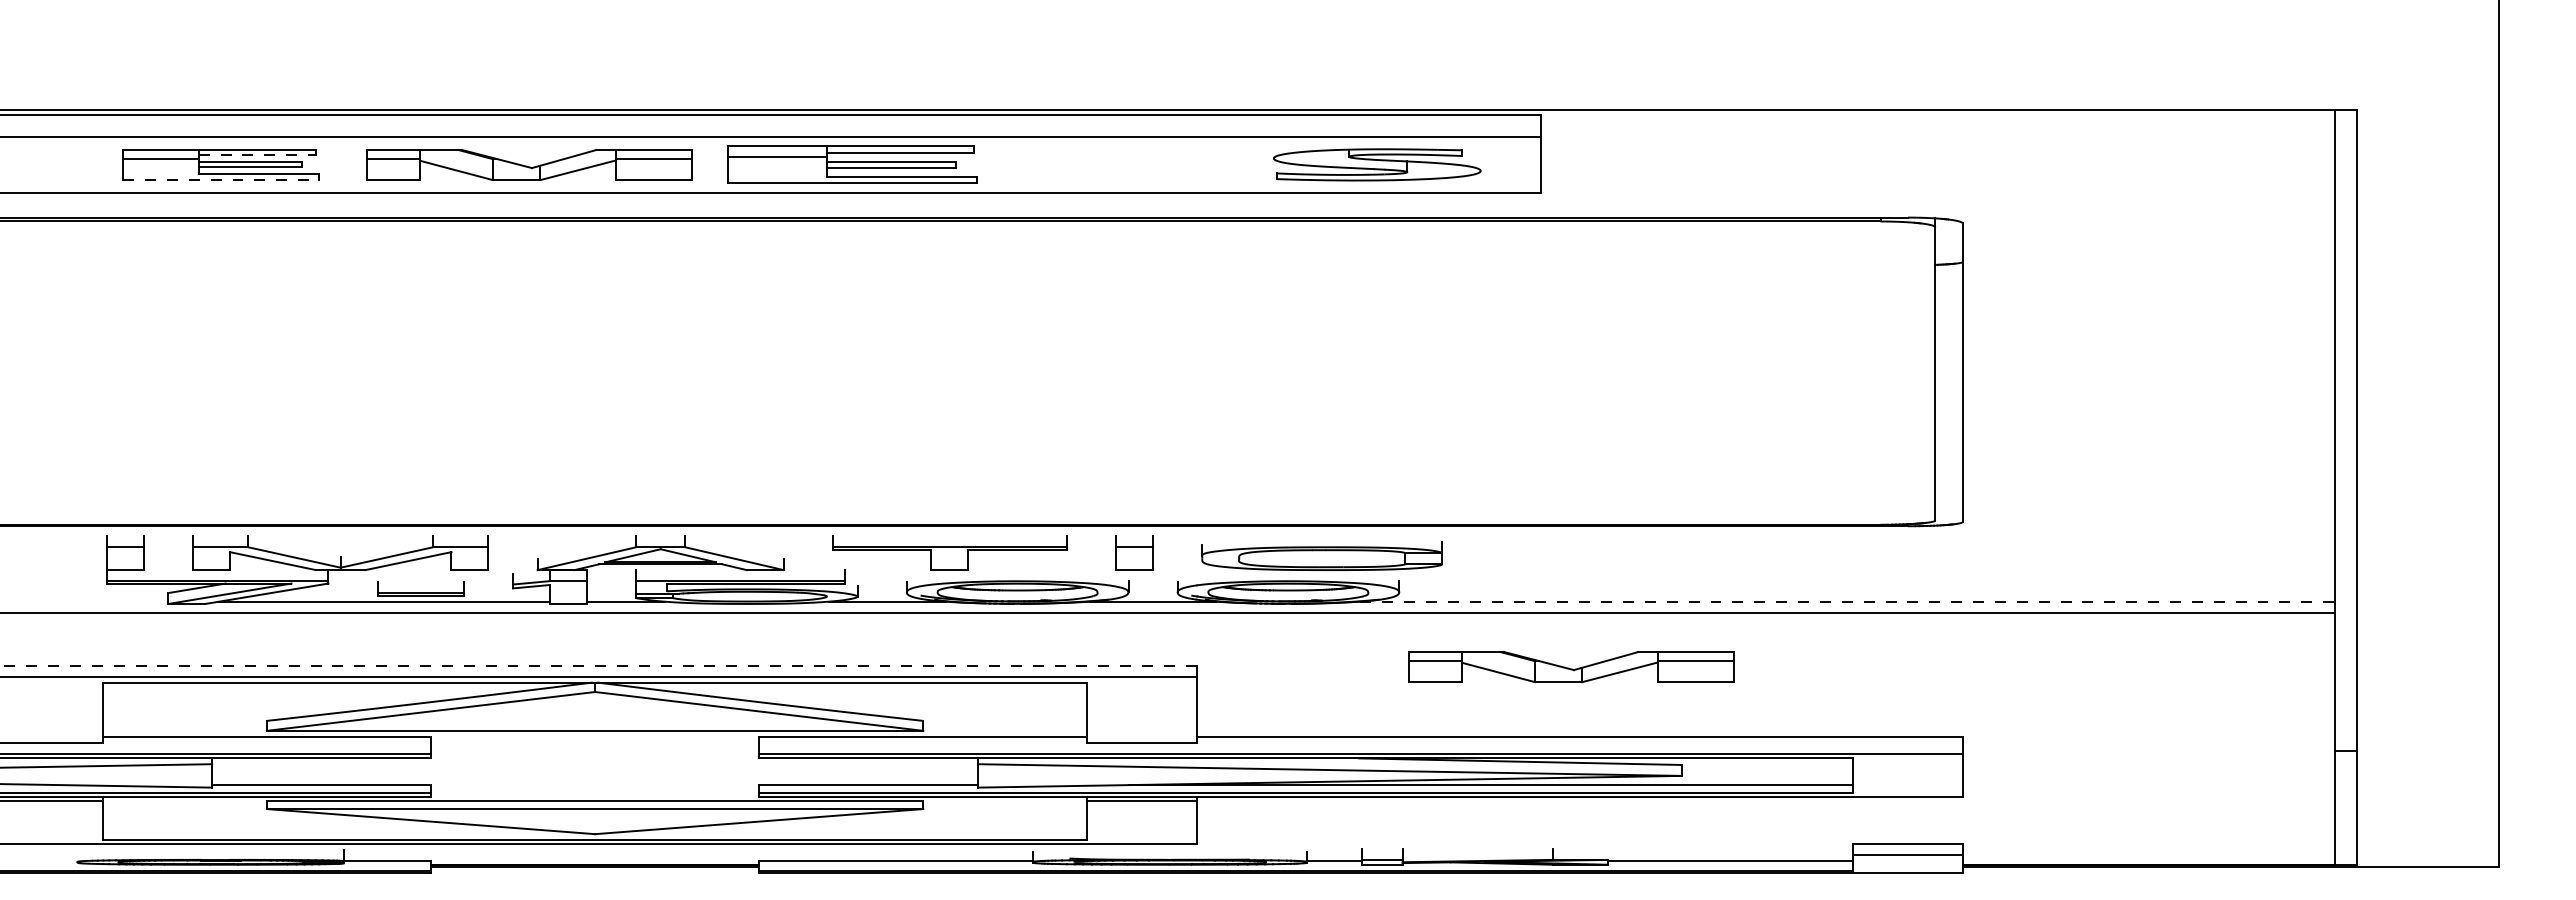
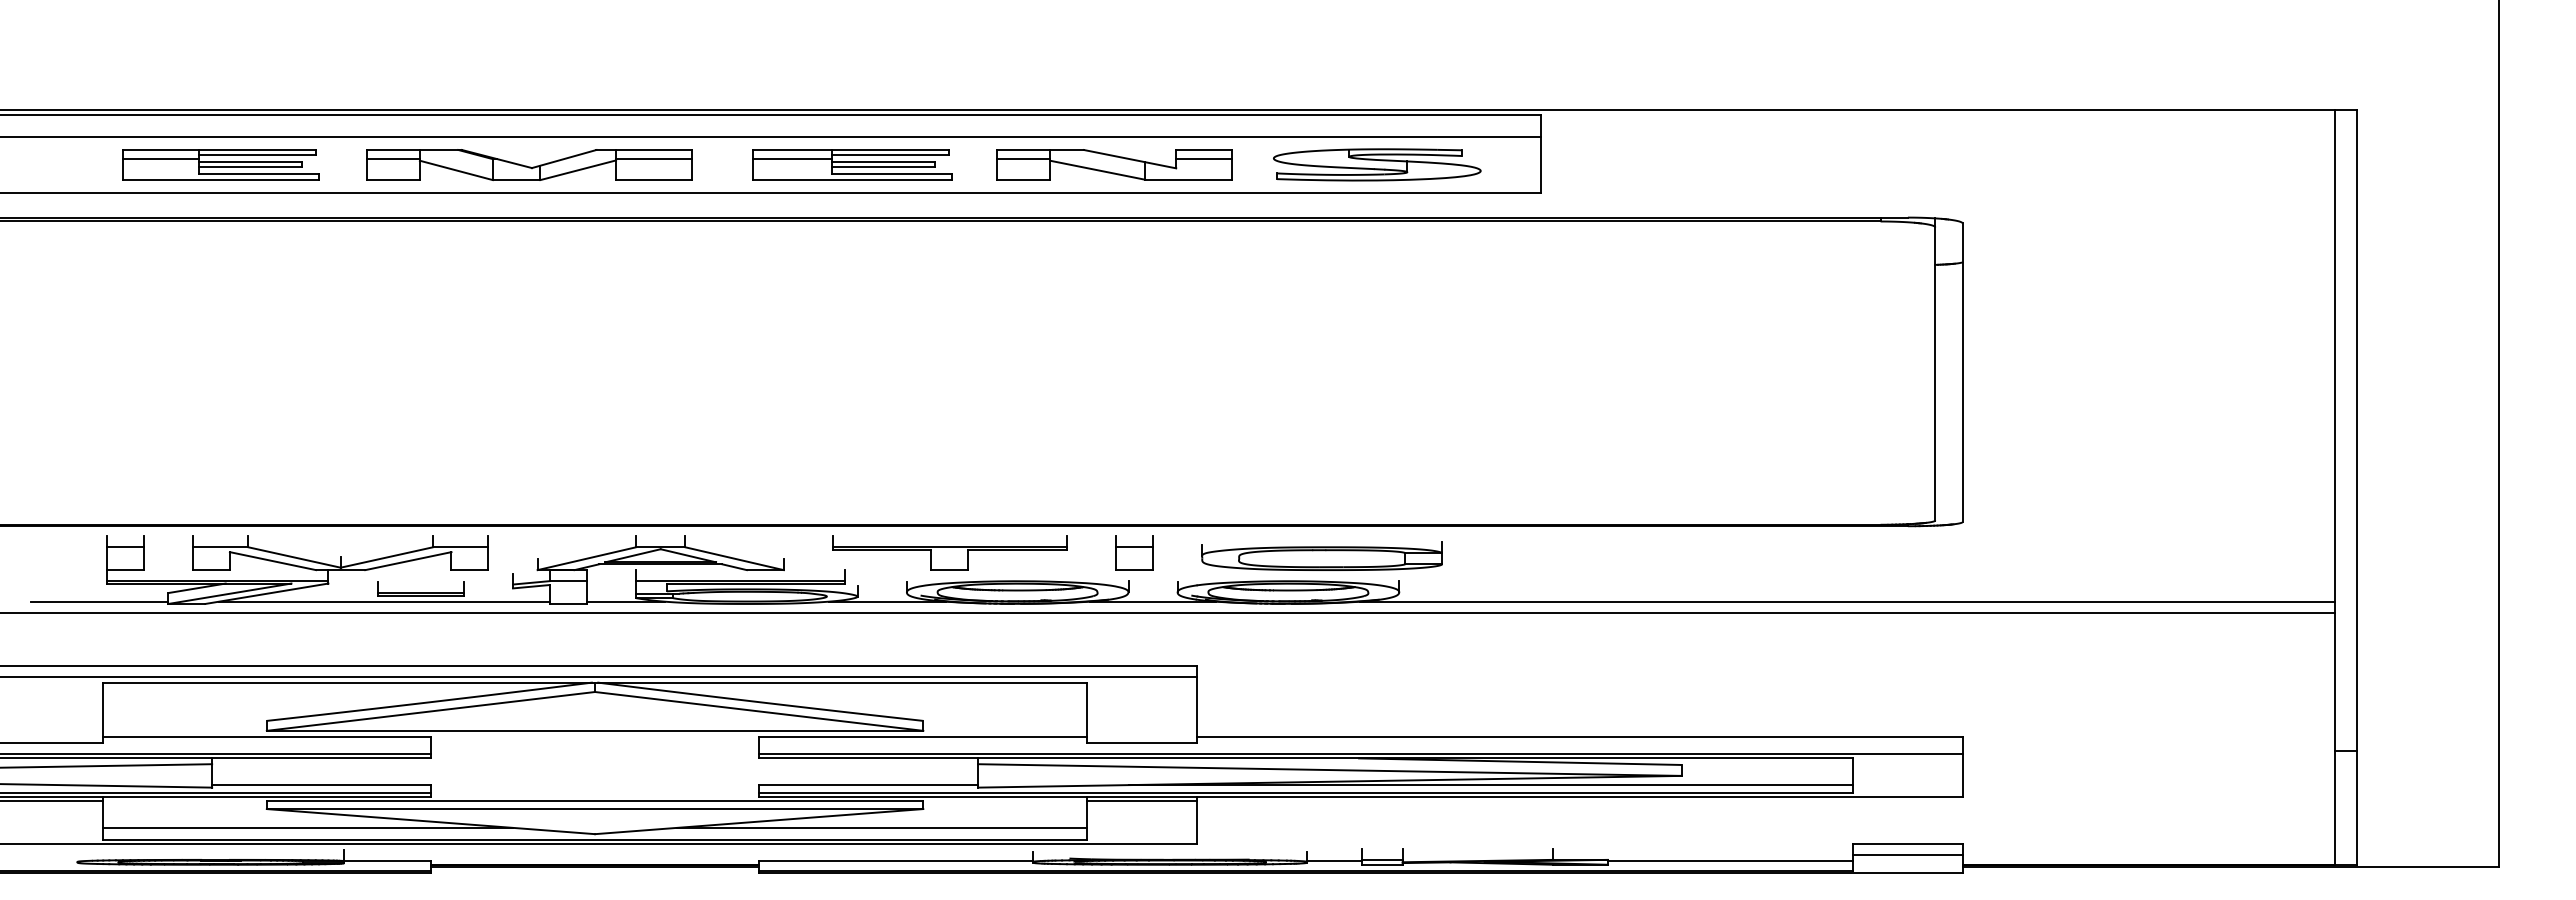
line at (257, 155): dashed -> solid
part at (852, 164) size: 251x39 px -> 201x32 px
part at (1114, 164): none -> present
line at (221, 179): dashed -> solid
line at (99, 601): none -> present
line at (1848, 601): dashed -> solid
line at (598, 665): dashed -> solid
part at (1571, 666): present -> none
line at (307, 827): none -> present
line at (881, 827): none -> present
